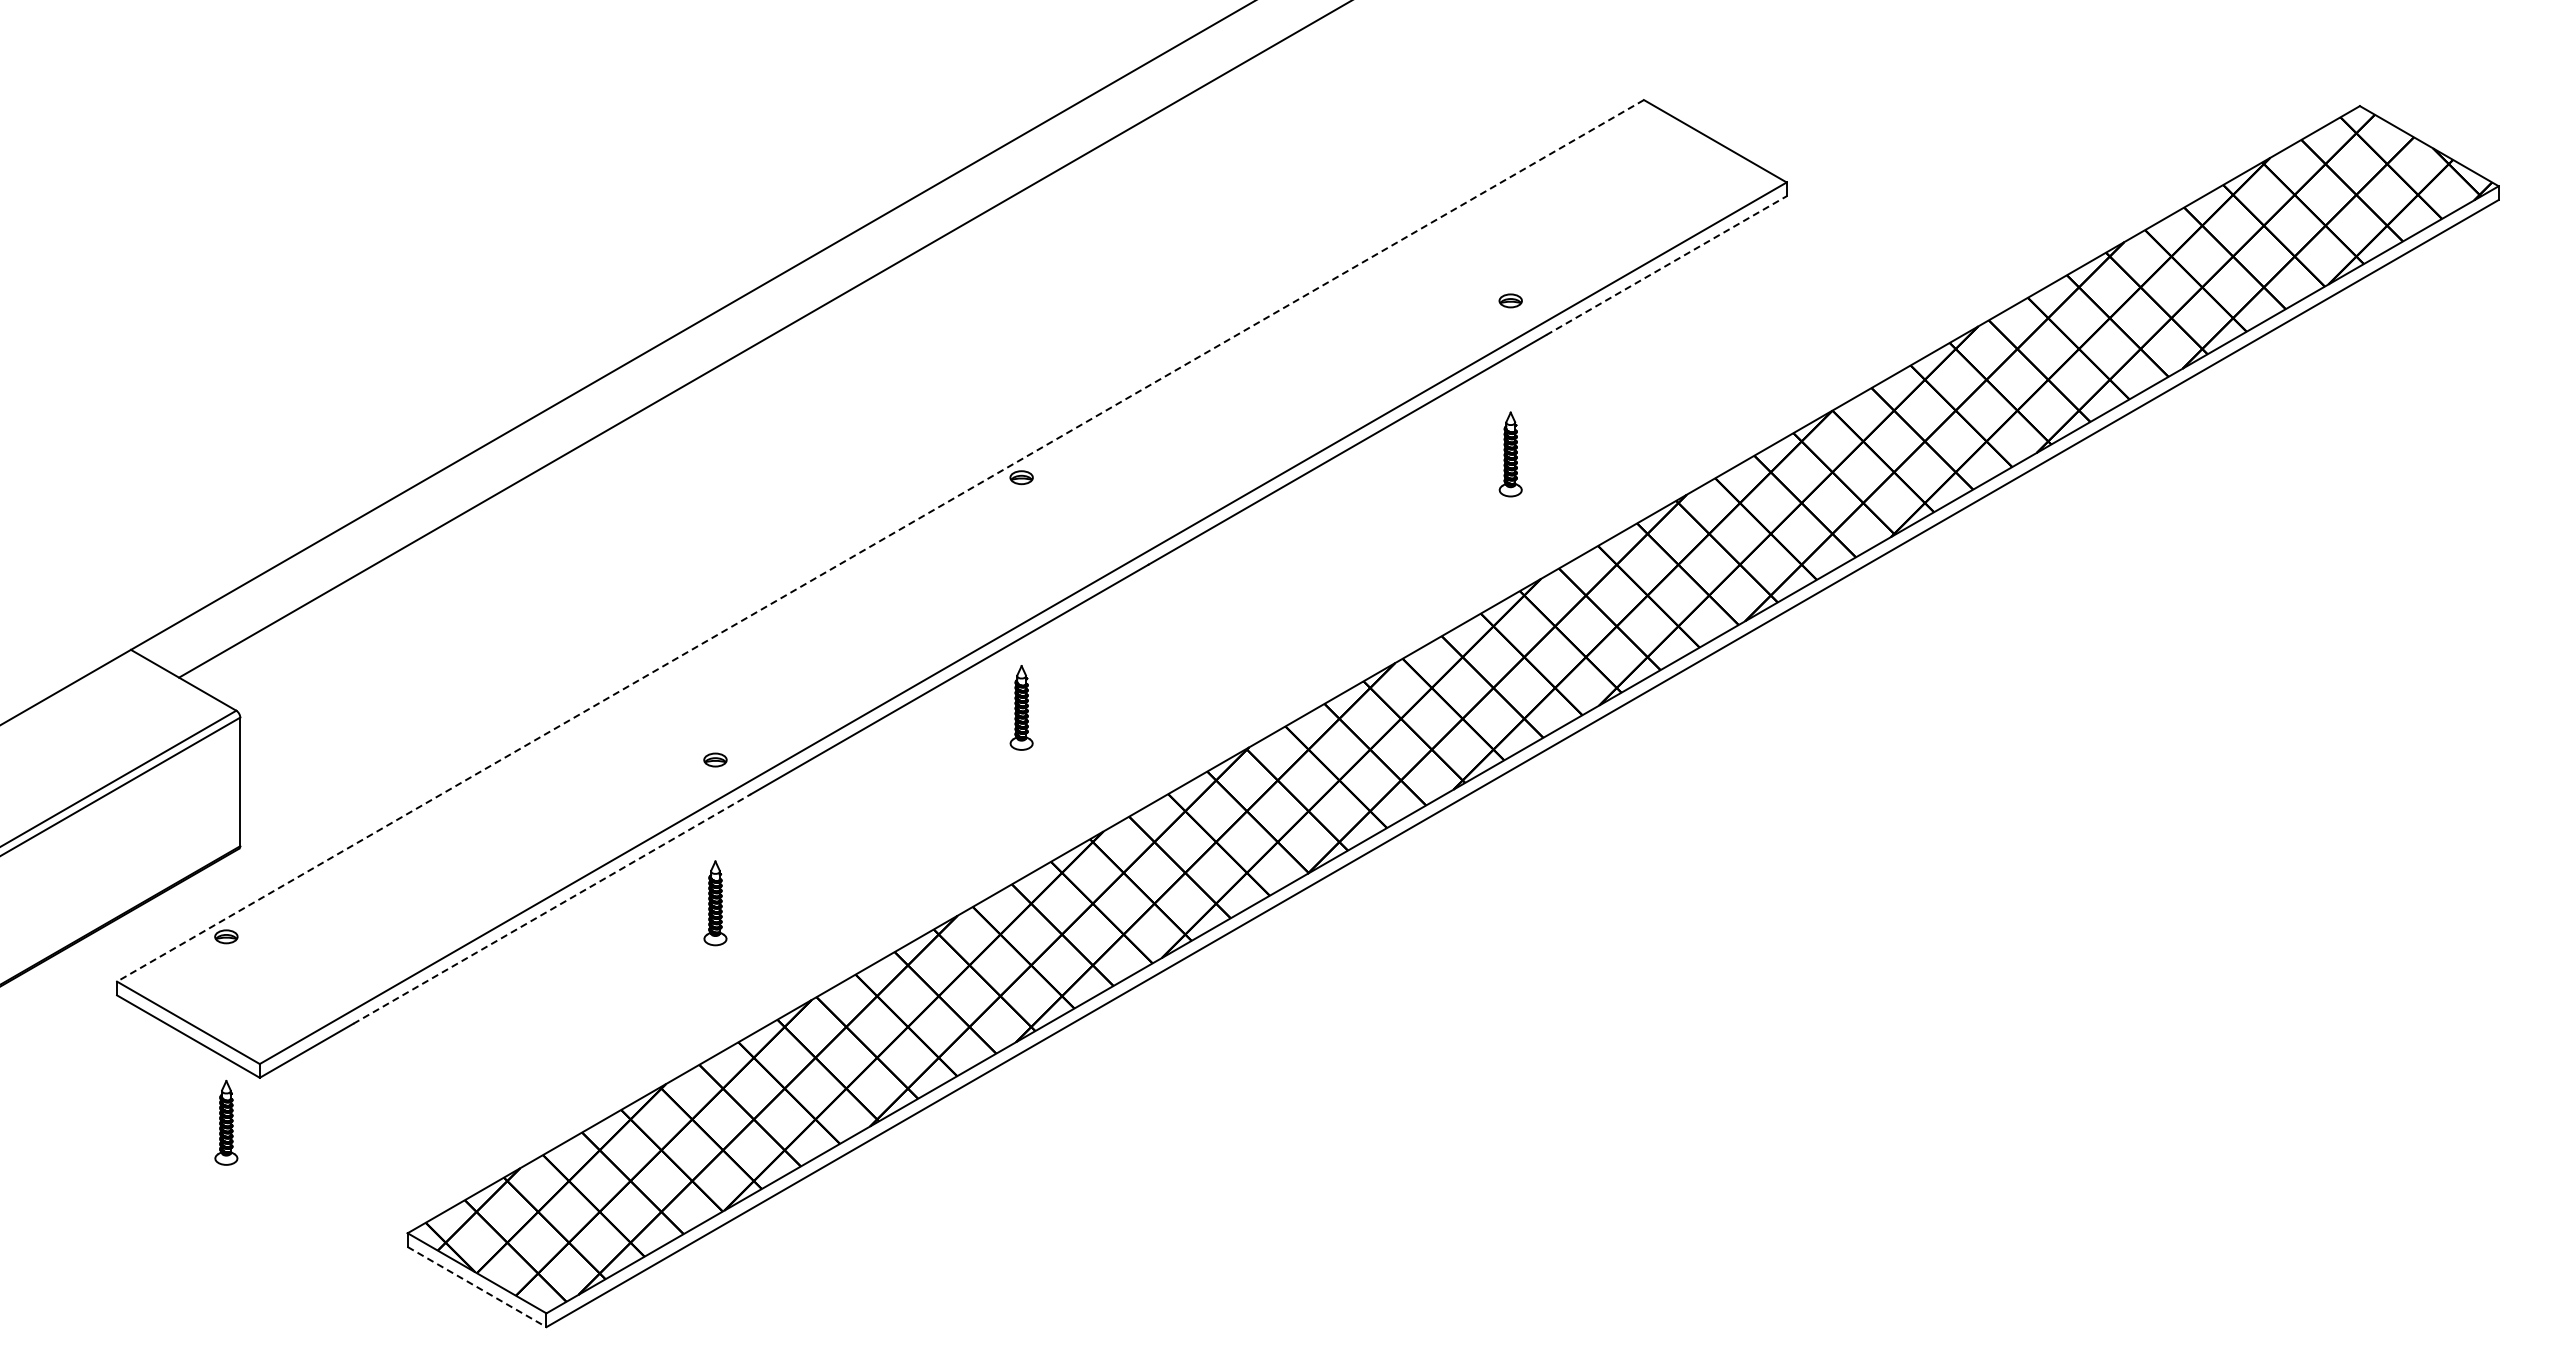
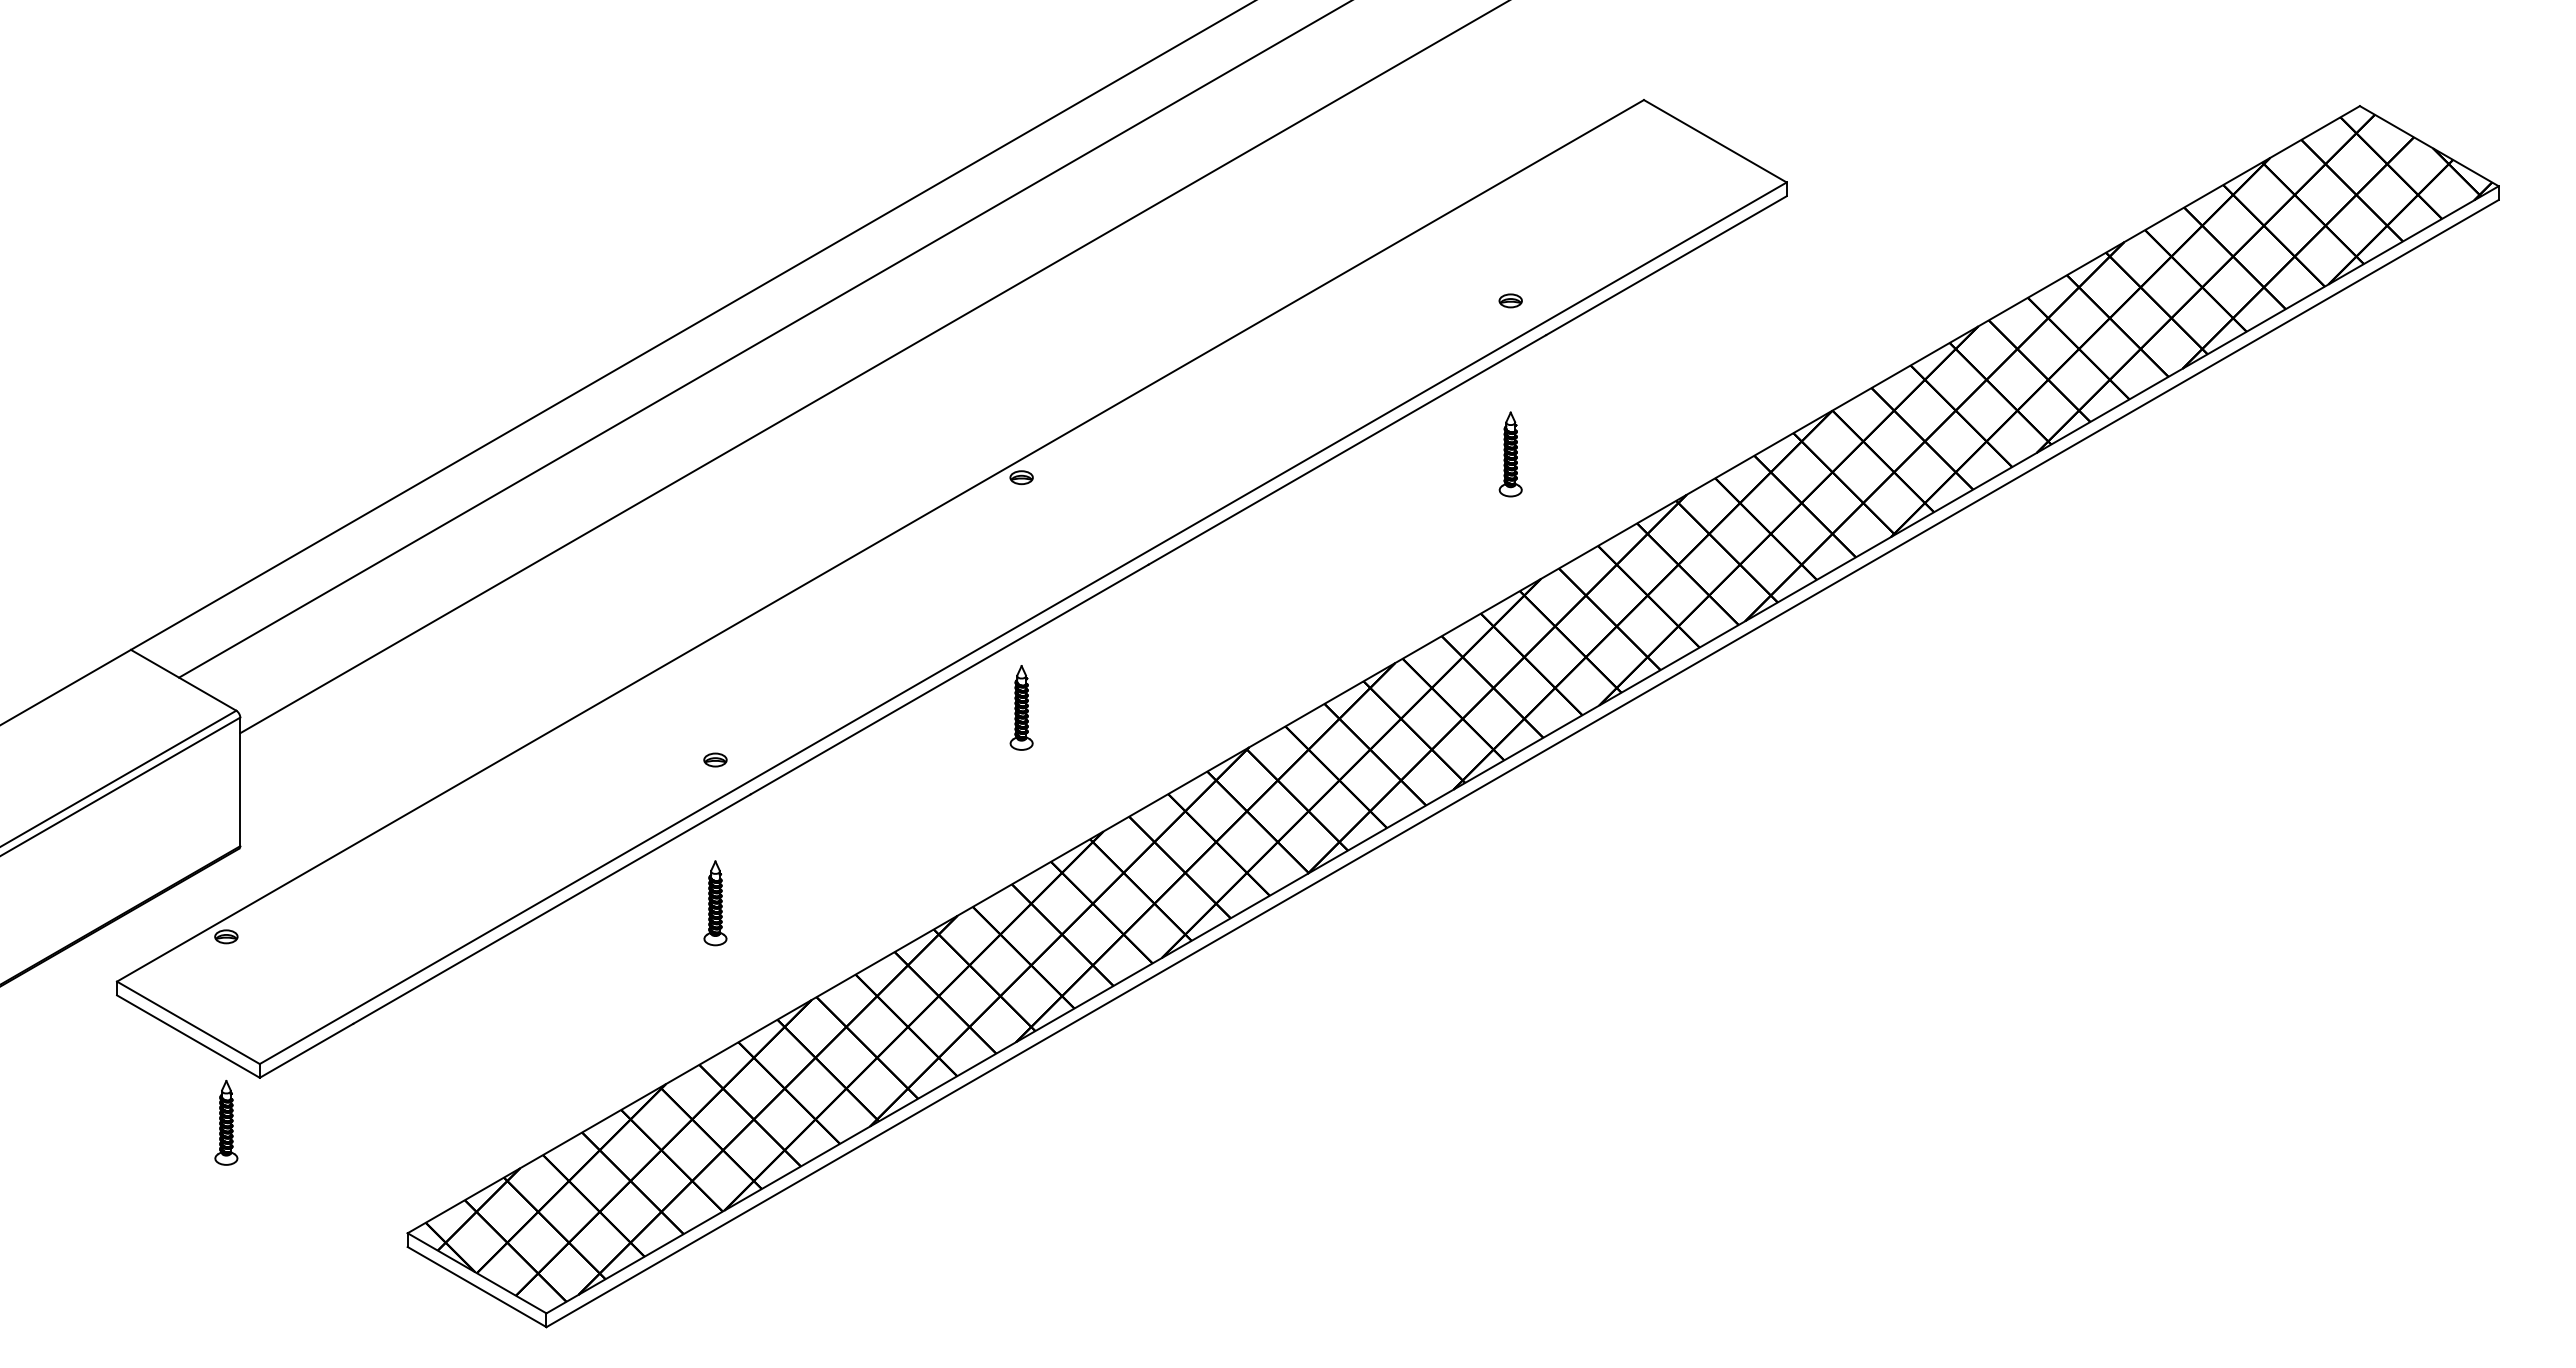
line at (1666, 265): dashed -> solid
line at (873, 367): none -> present
line at (880, 540): dashed -> solid
line at (552, 909): dashed -> solid
line at (477, 1287): dashed -> solid
